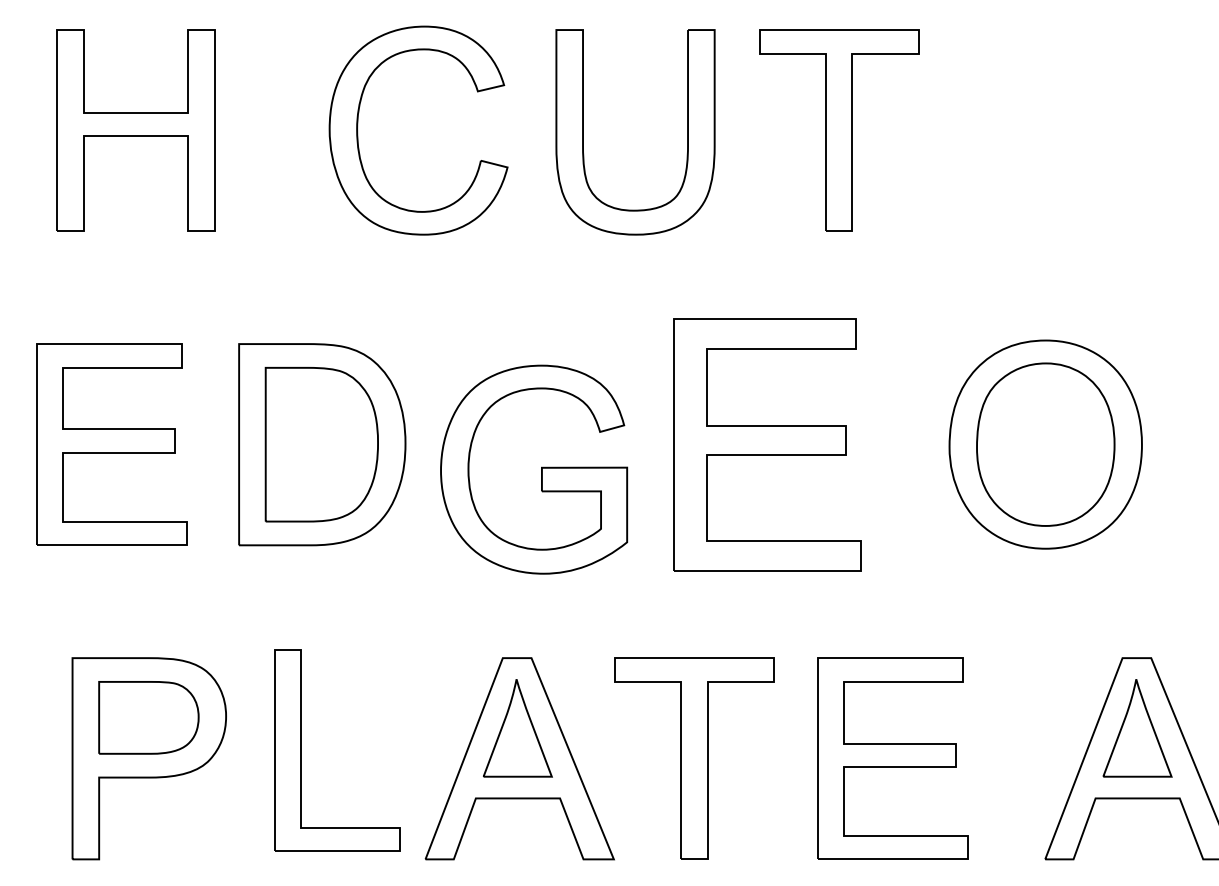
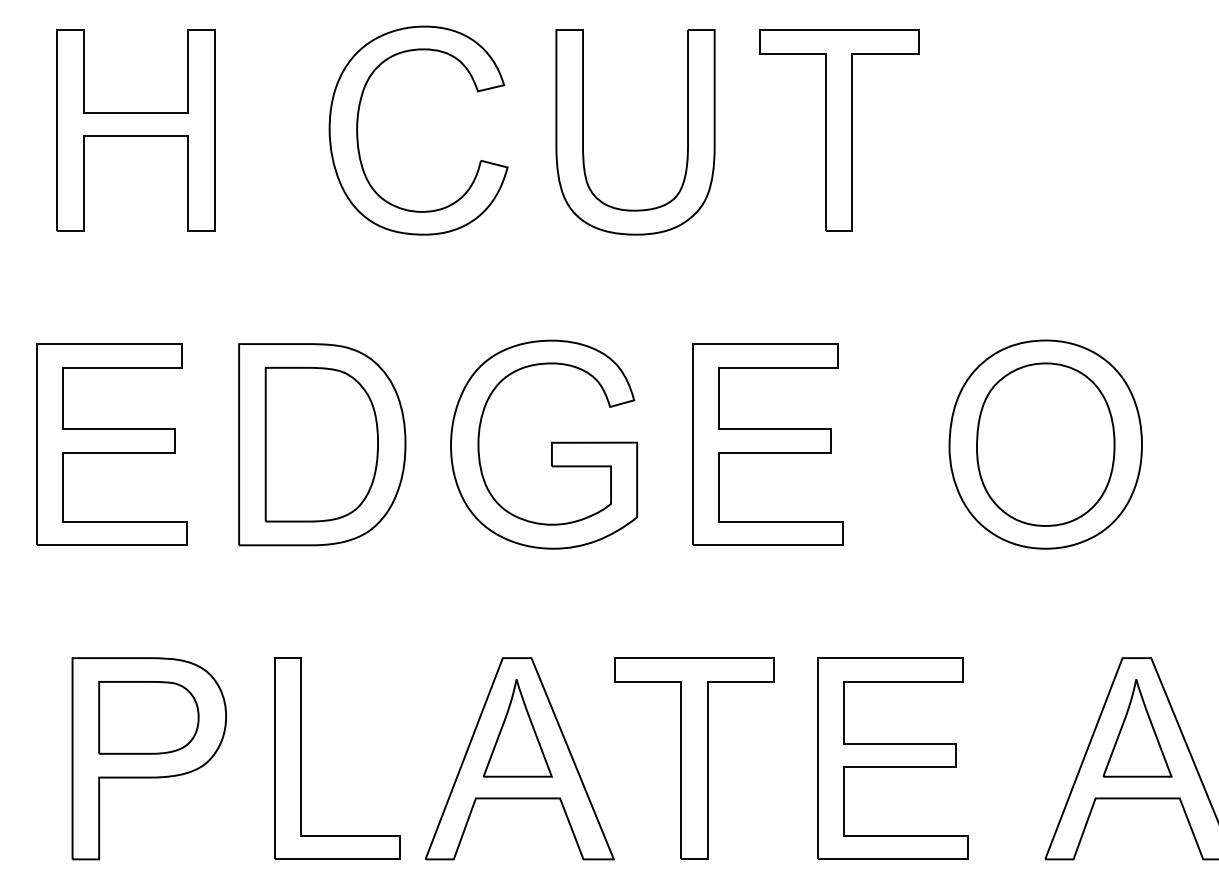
part at (767, 444) size: 189x254 px -> 152x203 px
part at (541, 469) position: (541, 469) -> (551, 444)
part at (301, 750) position: (301, 750) -> (301, 758)
